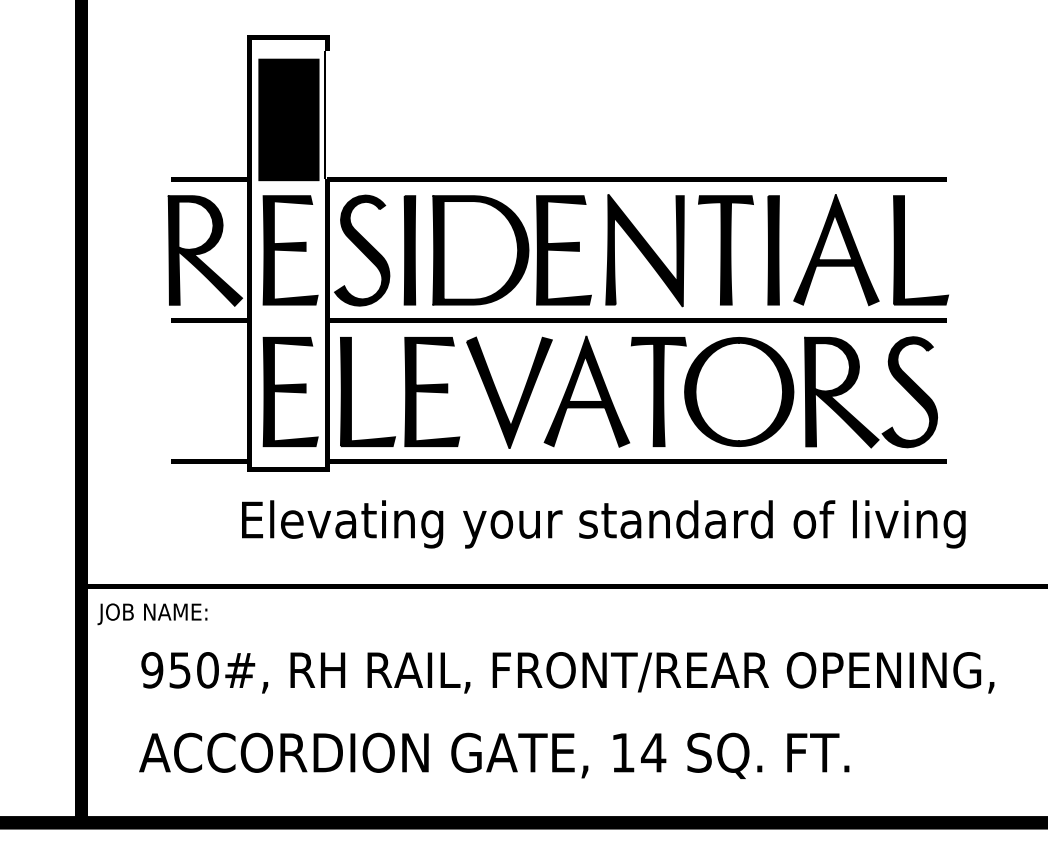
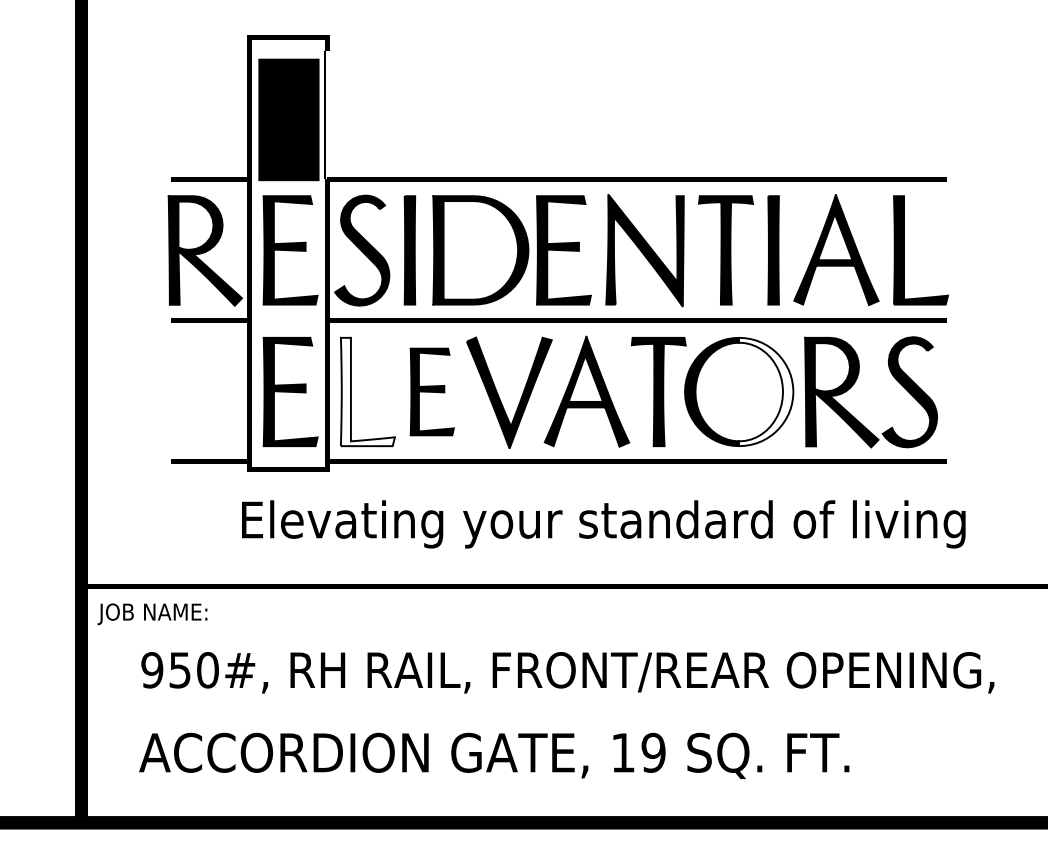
fill at (367, 391): present -> none
part at (432, 391) size: 57x110 px -> 46x90 px
fill at (766, 391): present -> none
text at (653, 752): 14 -> 19
